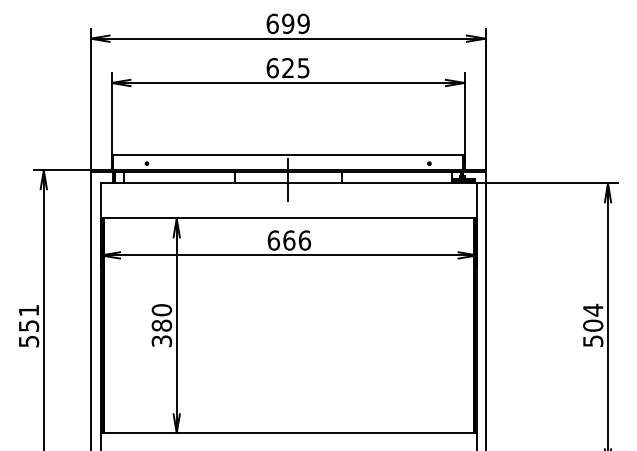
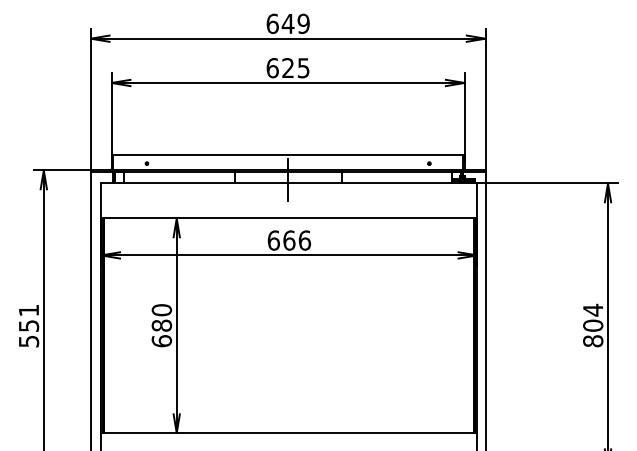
text at (287, 23): 699 -> 649
text at (161, 341): 380 -> 680
text at (593, 341): 504 -> 804
